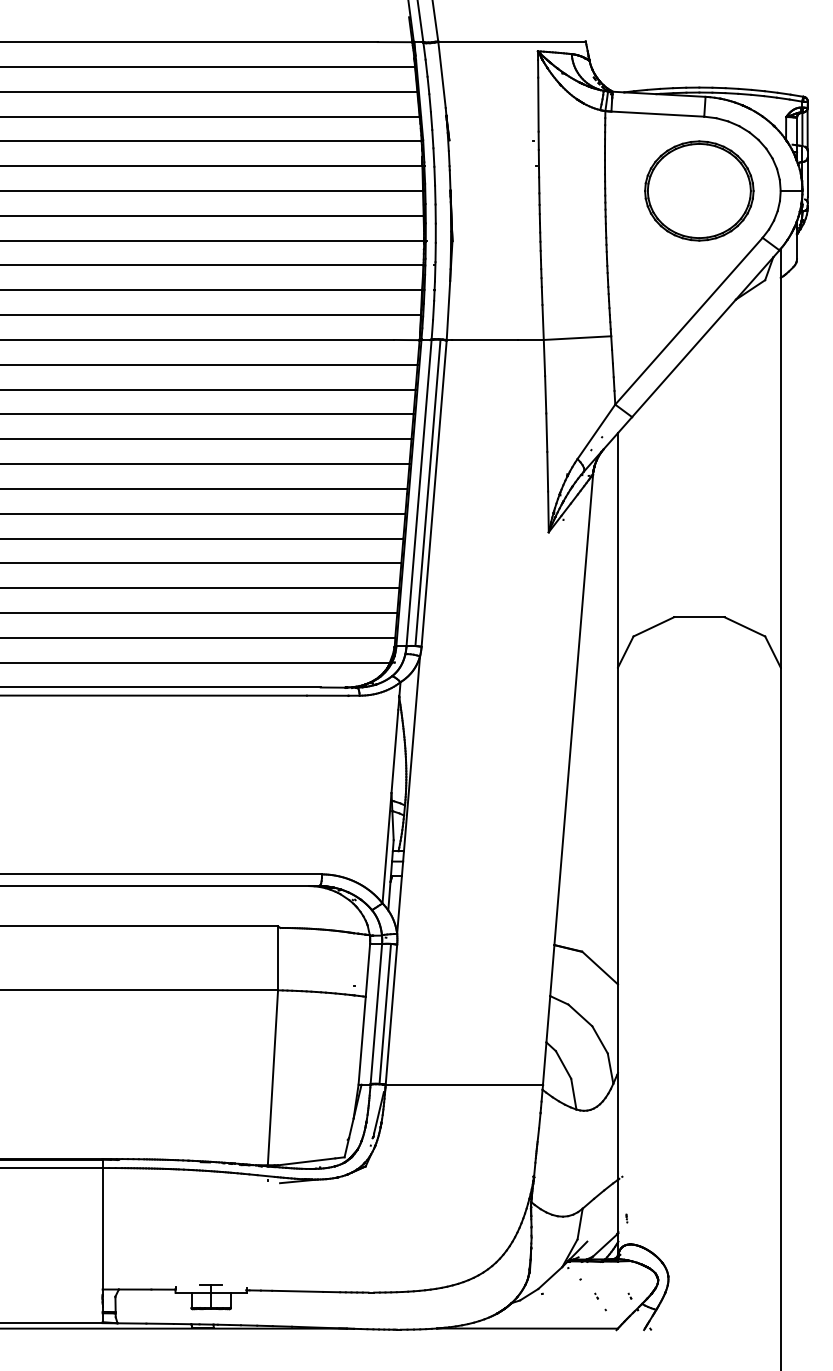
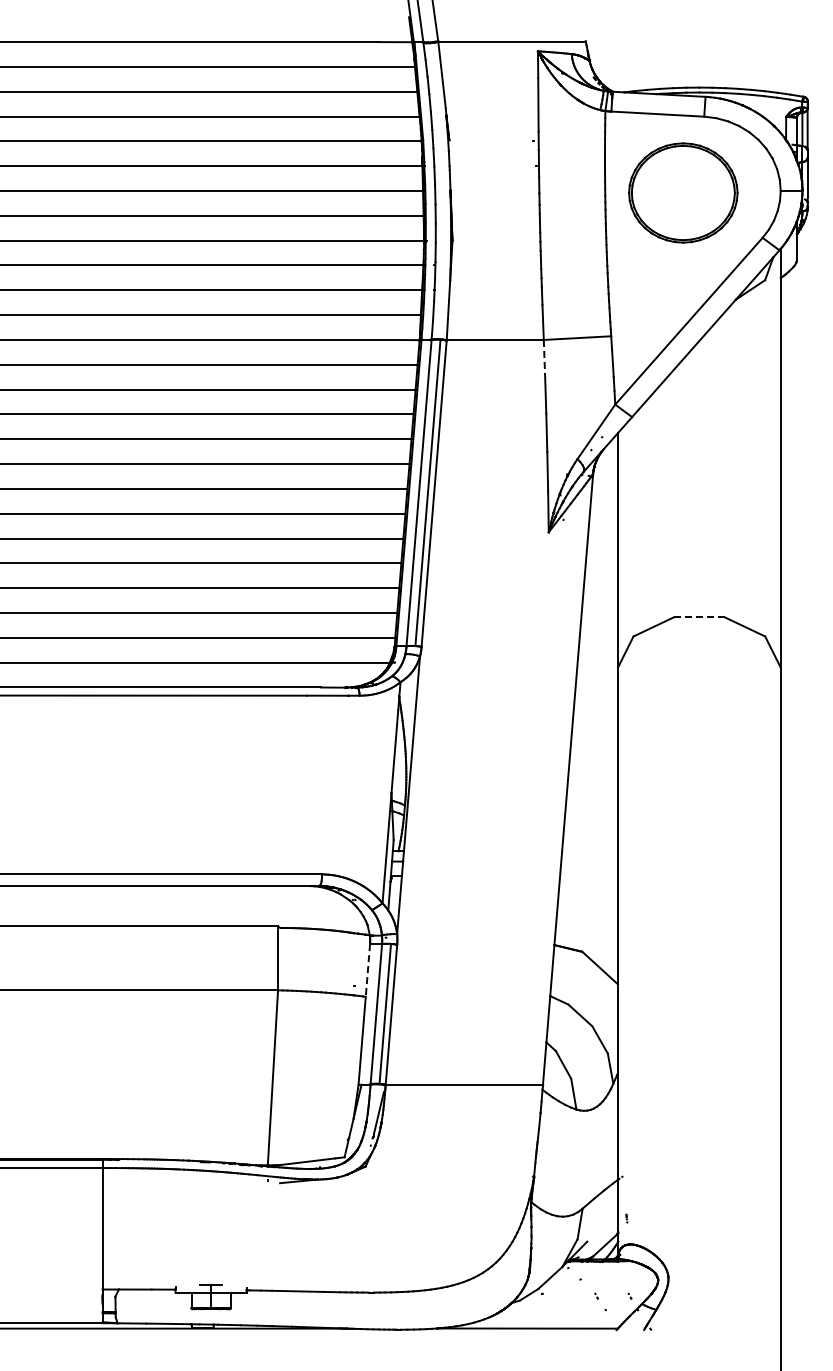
part at (699, 190) position: (699, 190) -> (683, 192)
line at (544, 358): solid -> dashed
line at (699, 617): solid -> dashed
line at (367, 971): solid -> dashed
